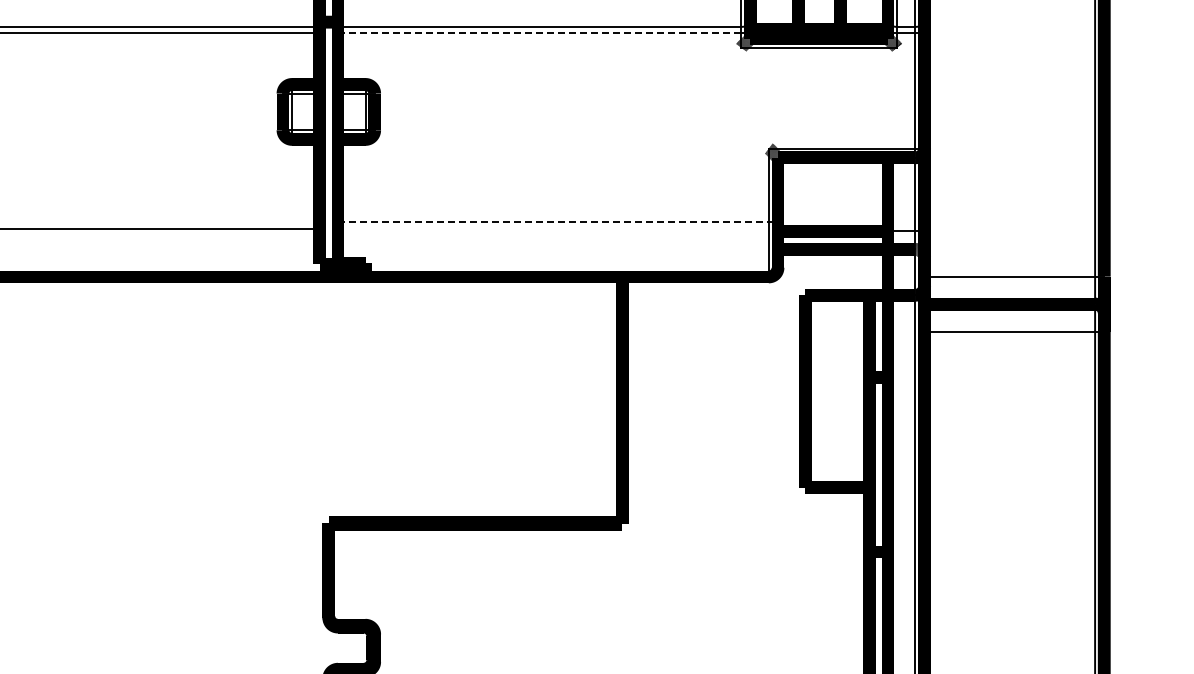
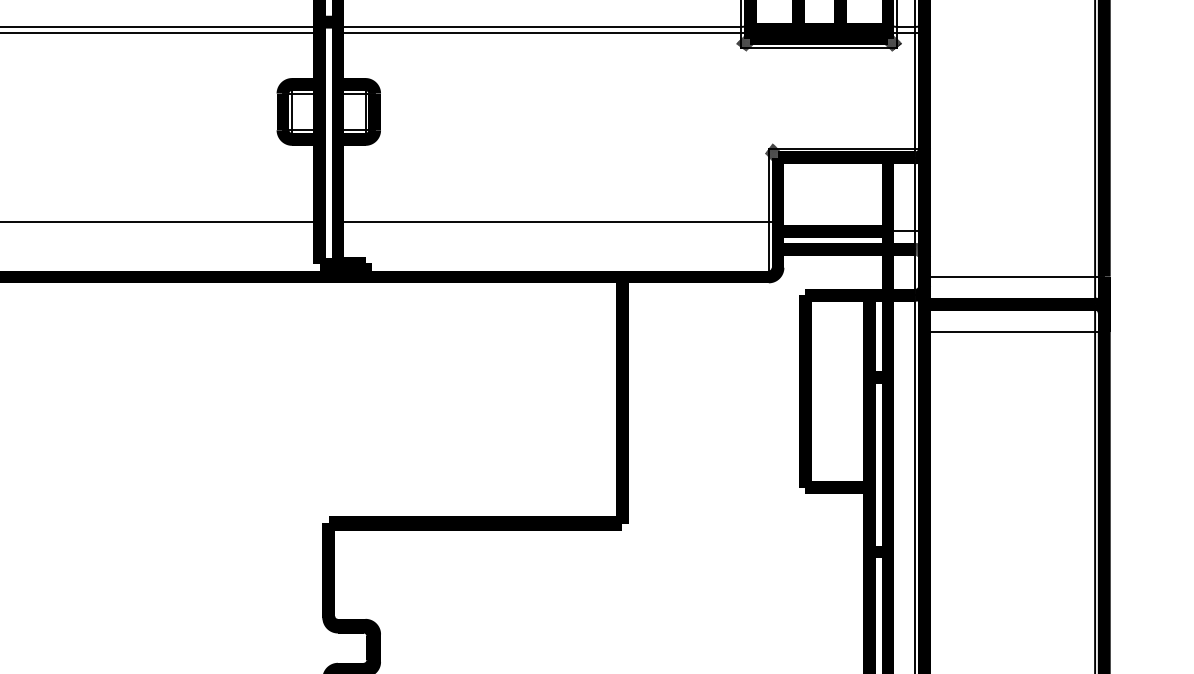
line at (539, 32): dashed -> solid
line at (553, 221): dashed -> solid
line at (160, 228) position: (160, 228) -> (160, 221)
